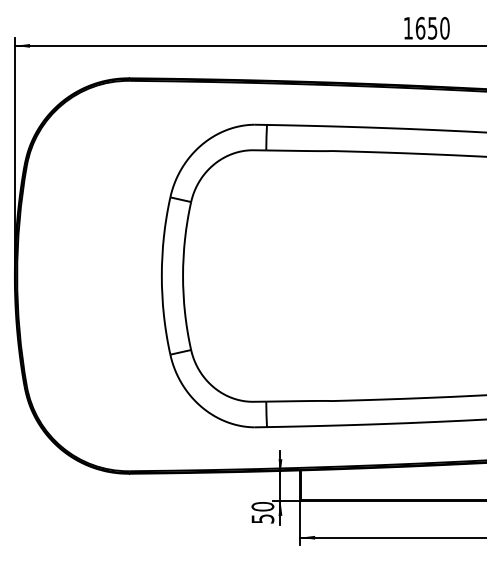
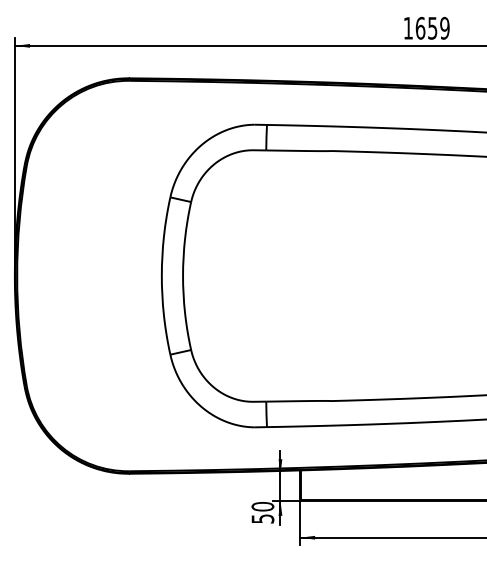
text at (444, 28): 1650 -> 1659
